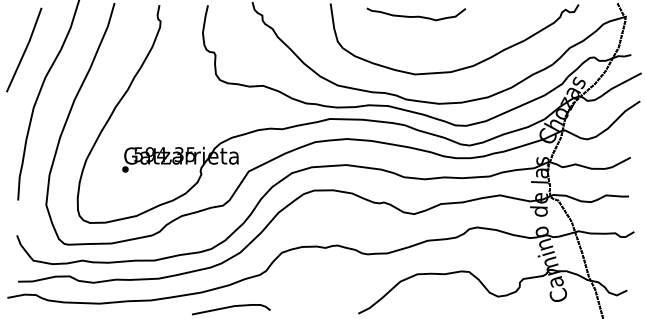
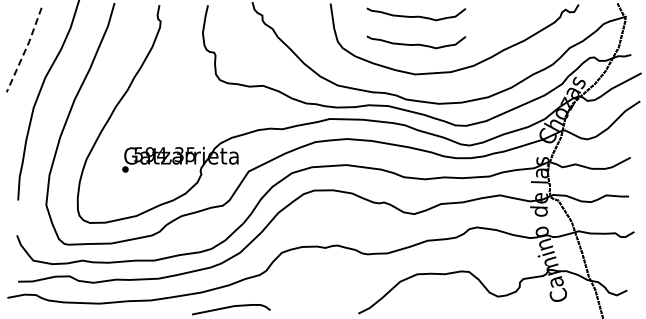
curve at (416, 43): none -> present
line at (25, 50): solid -> dashed
